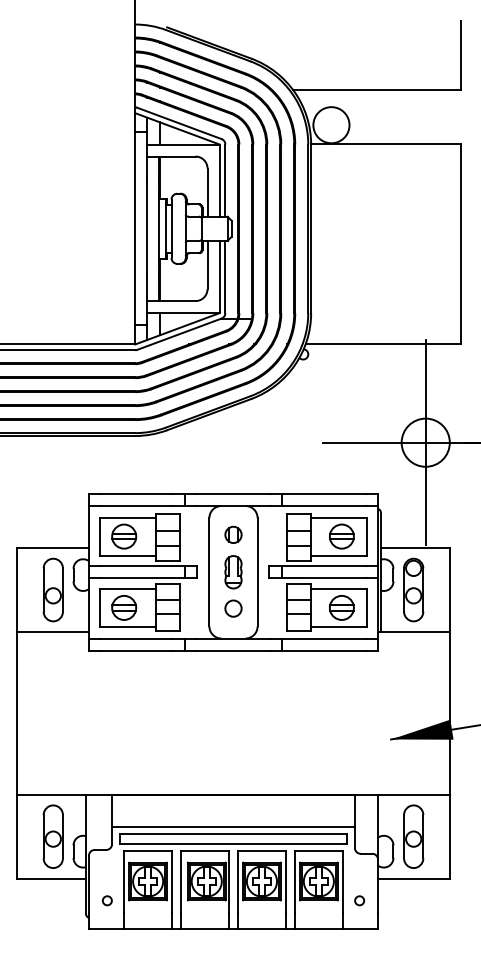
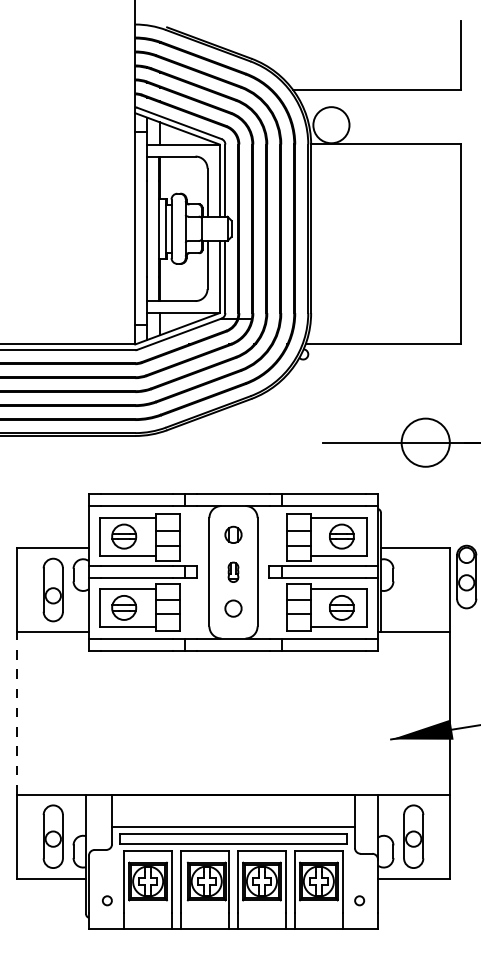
line at (425, 442): present -> none
part at (233, 572) size: 19x35 px -> 13x22 px
part at (413, 589) position: (413, 589) -> (466, 576)
line at (16, 712): solid -> dashed
